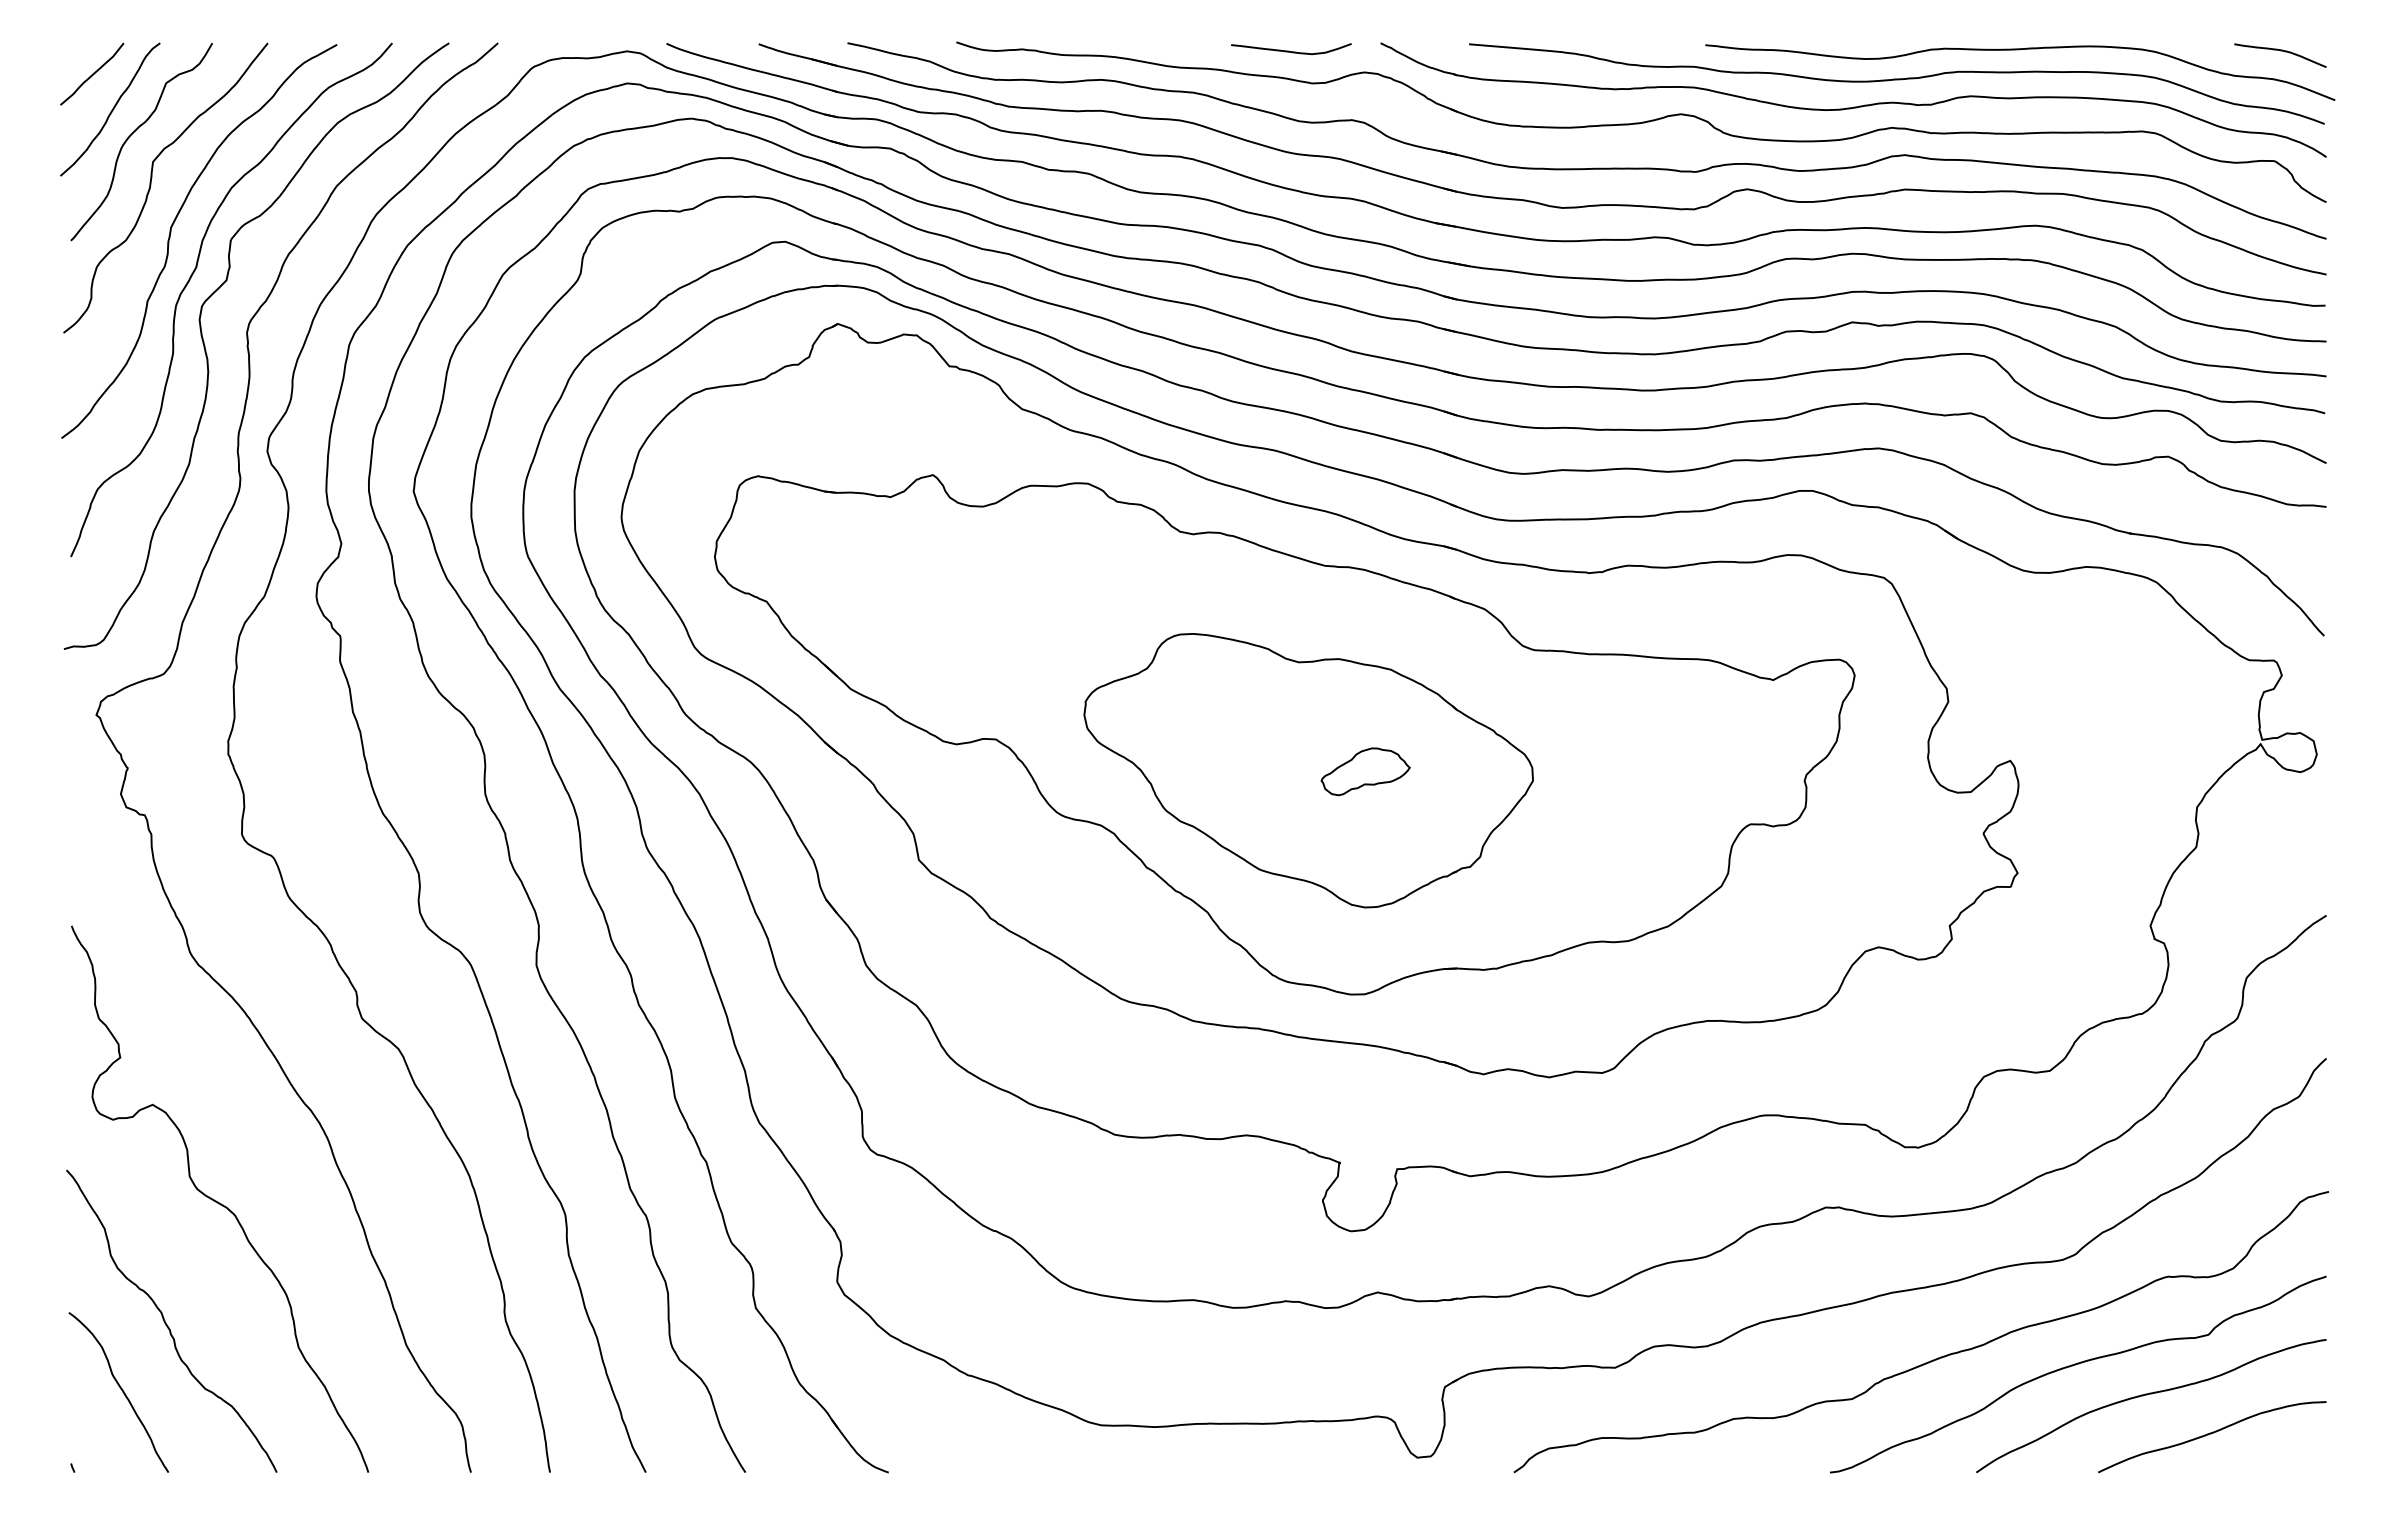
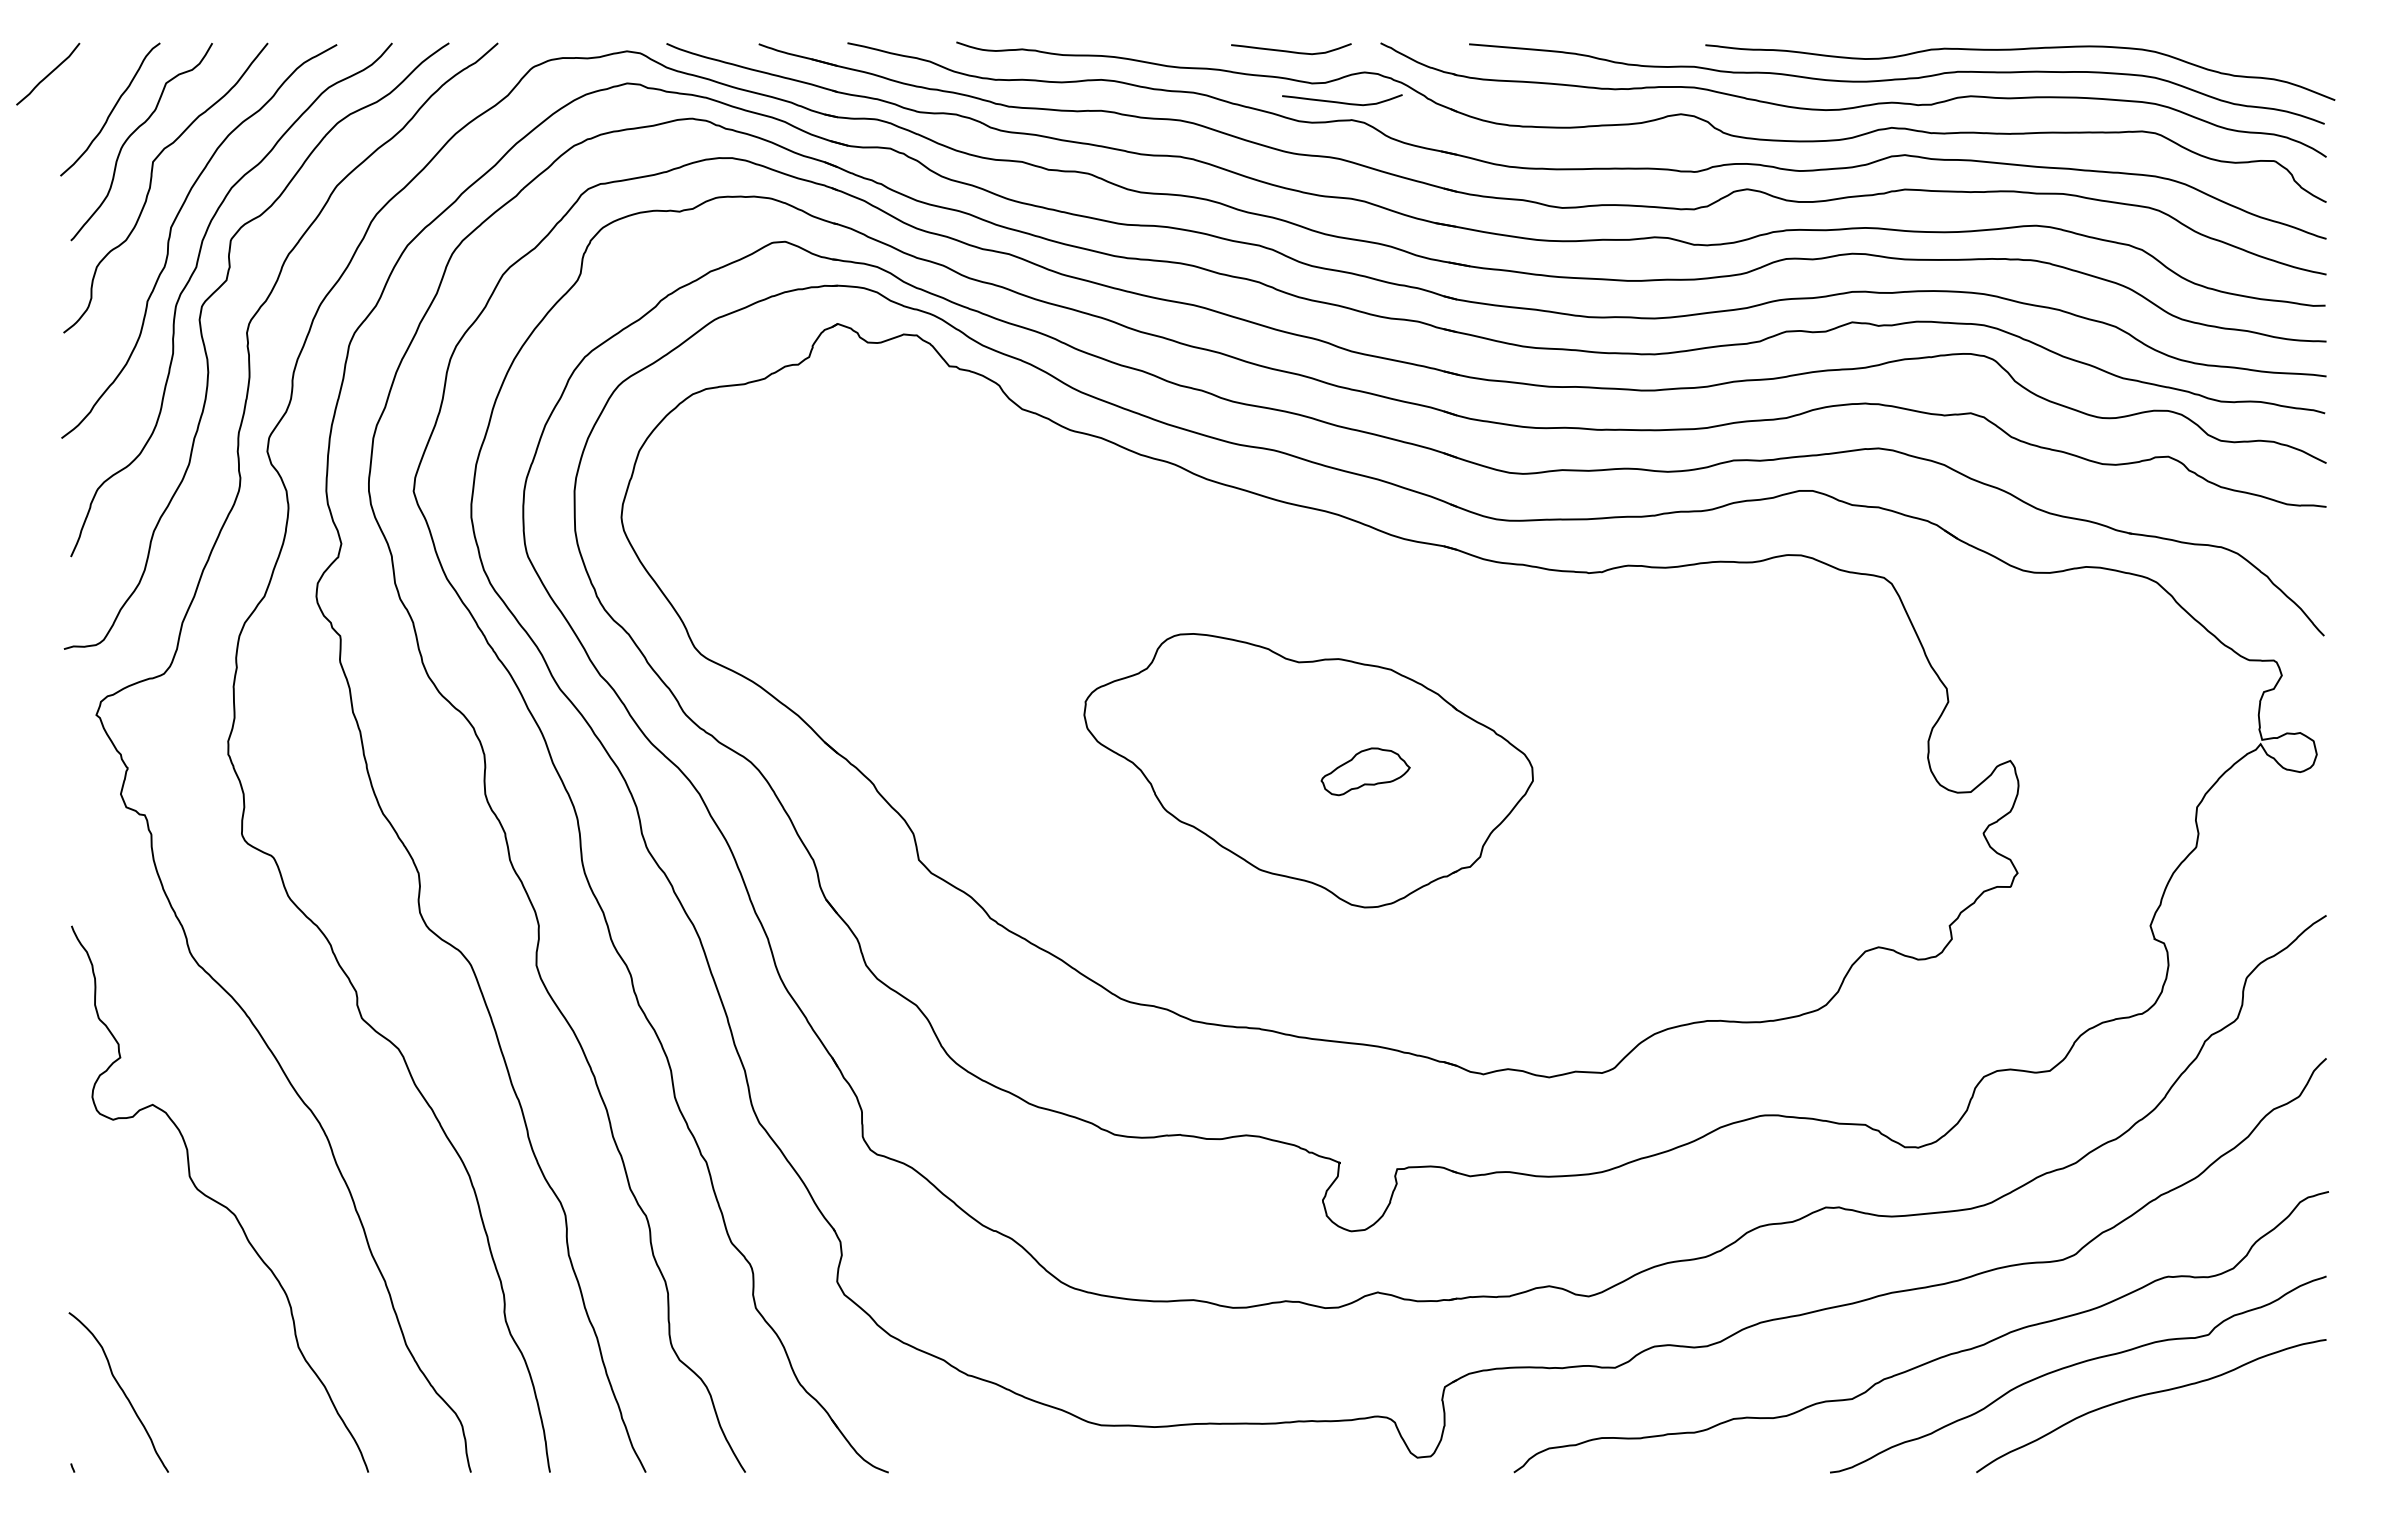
curve at (2280, 51): present -> none
curve at (92, 73) position: (92, 73) -> (48, 73)
curve at (1342, 102): none -> present
part at (1284, 734): present -> none
curve at (166, 1322): present -> none
curve at (2211, 1434): present -> none
